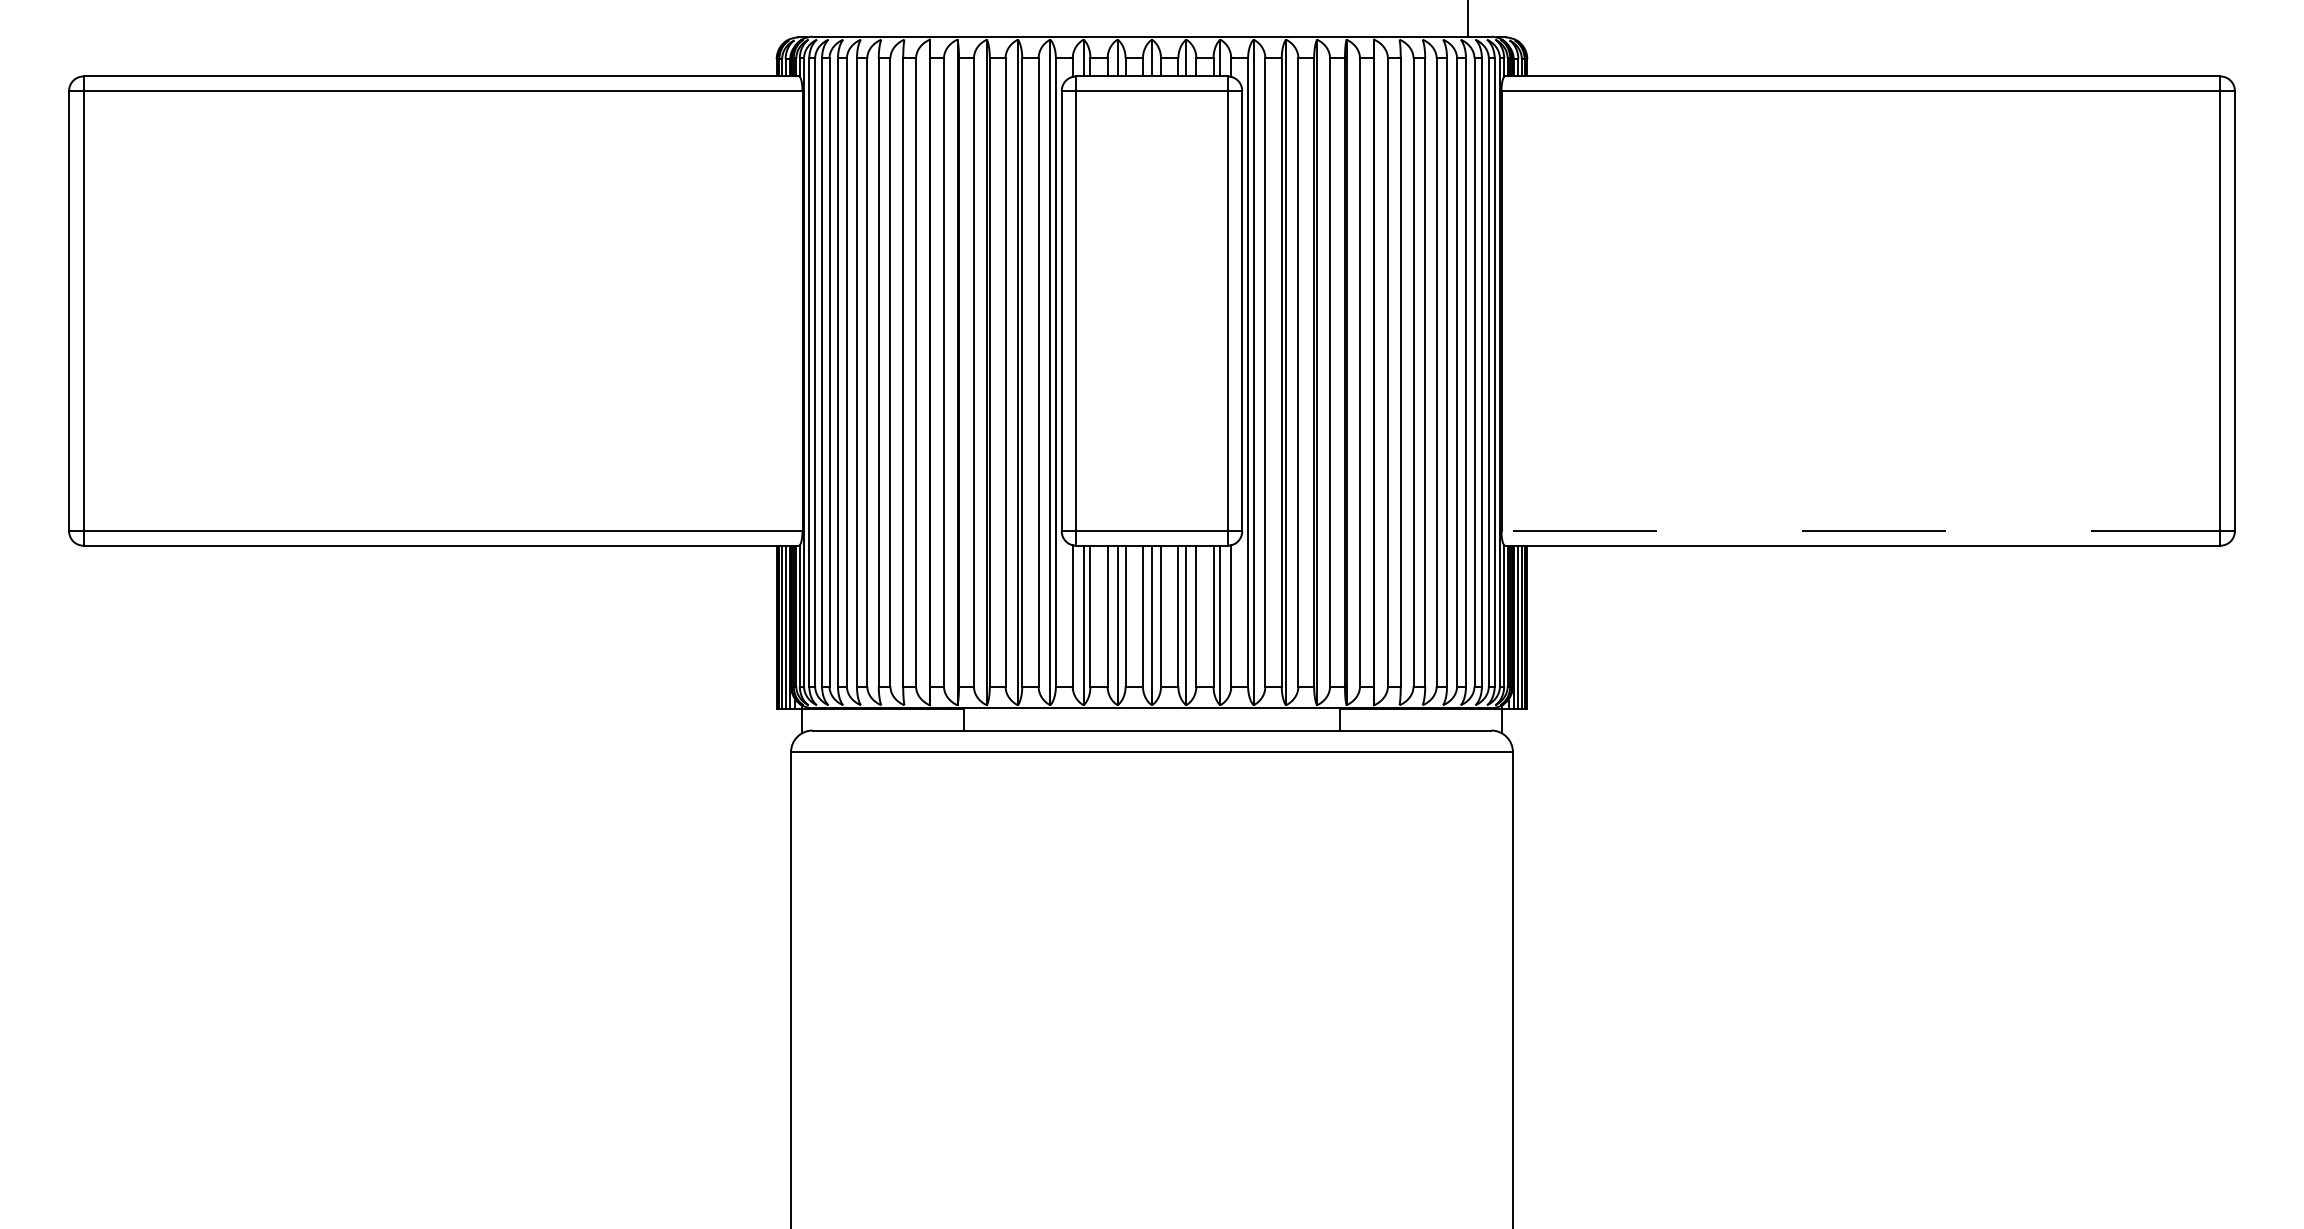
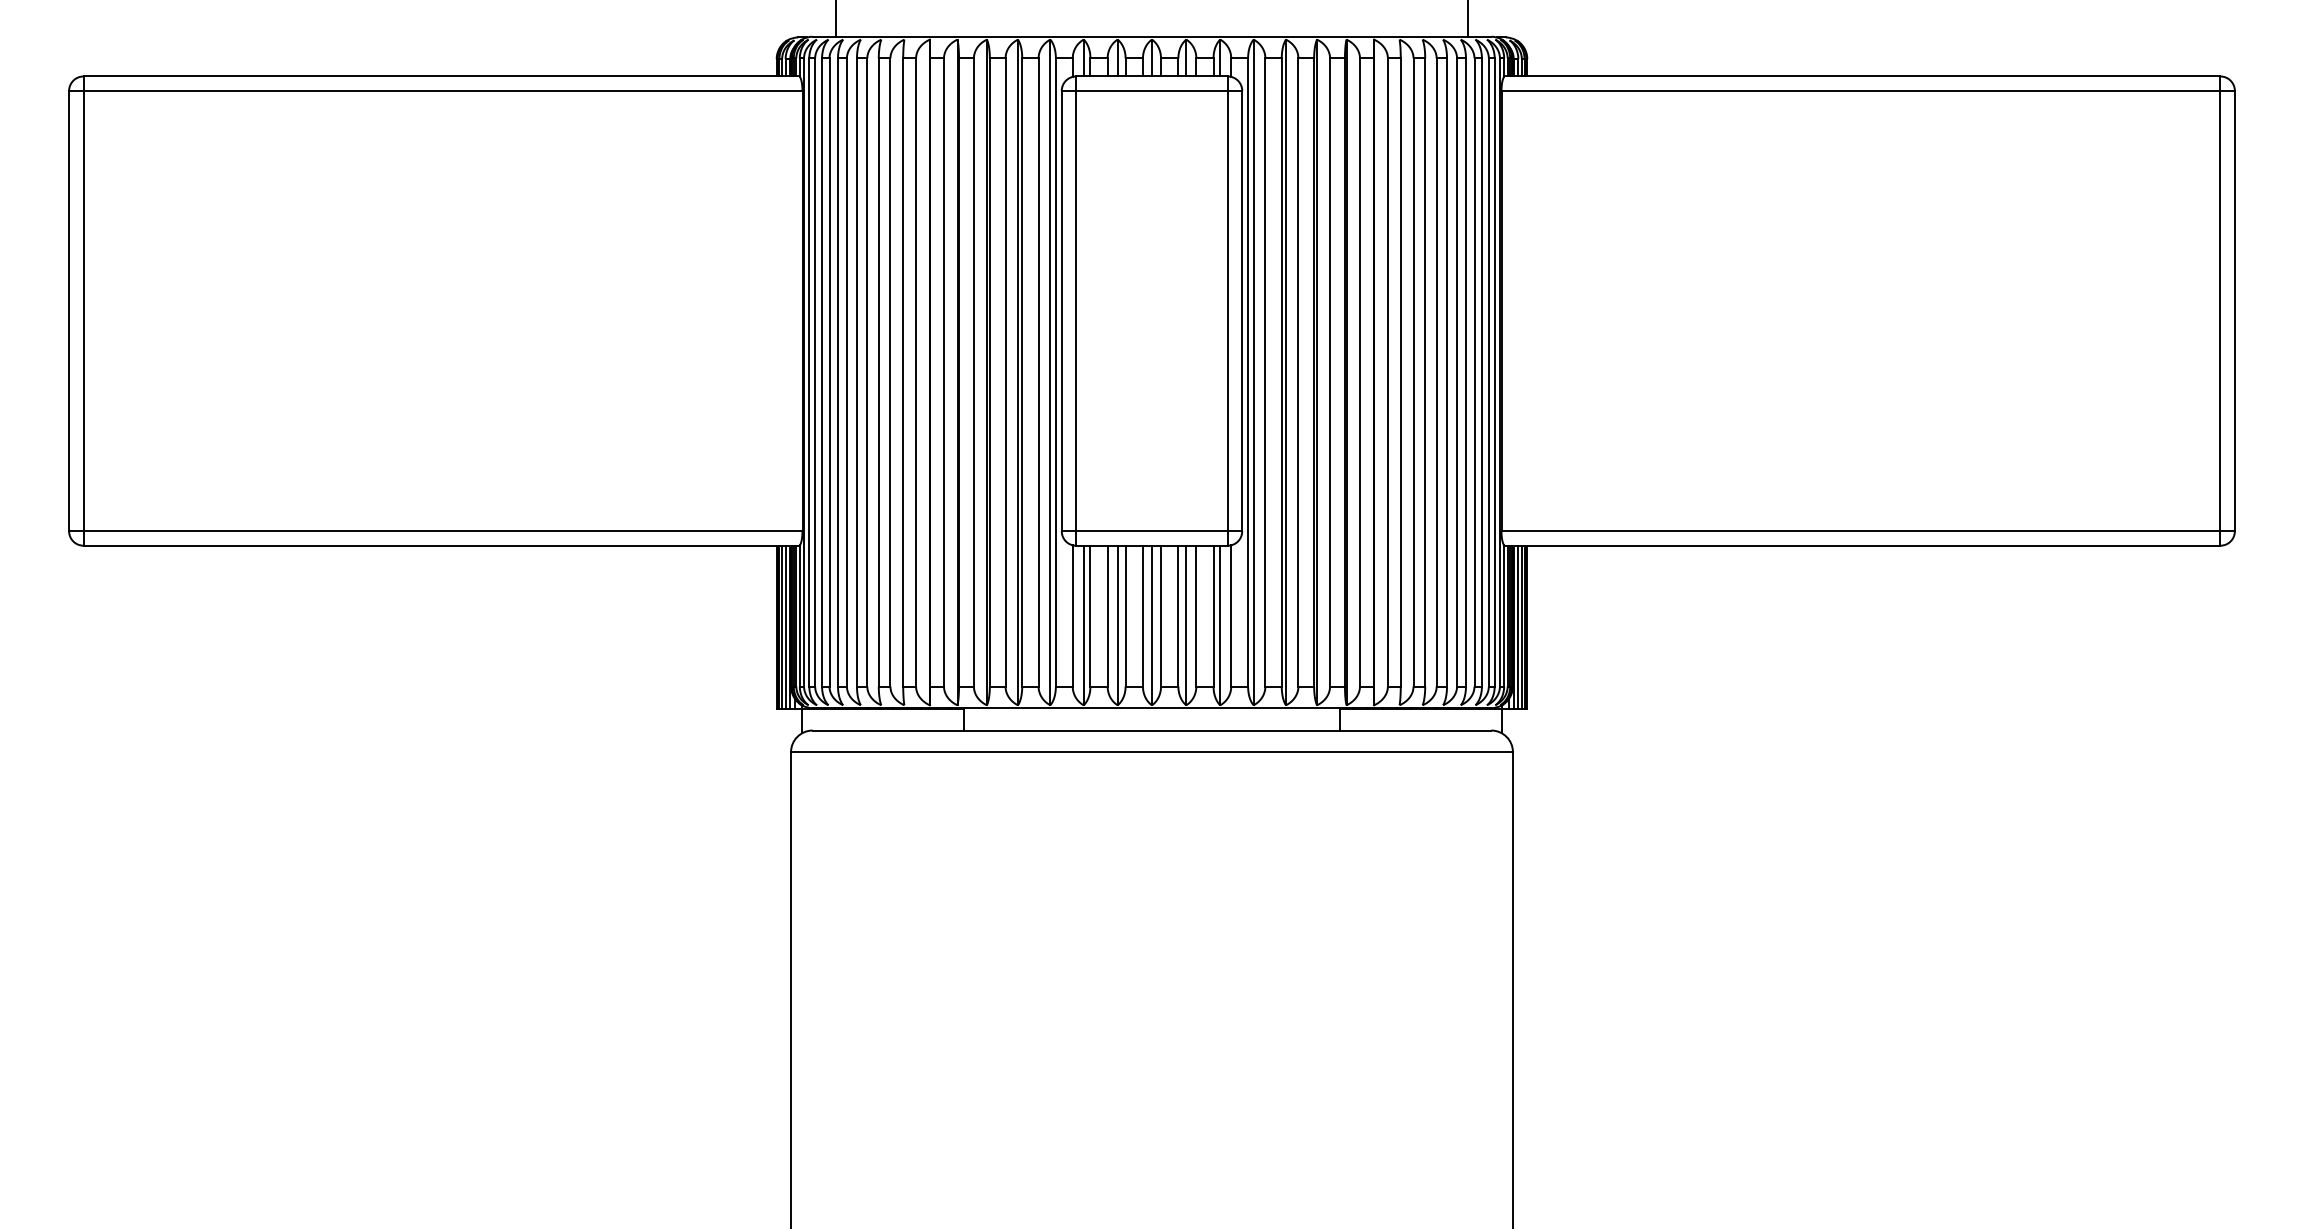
line at (836, 19): none -> present
line at (1868, 531): dashed -> solid
